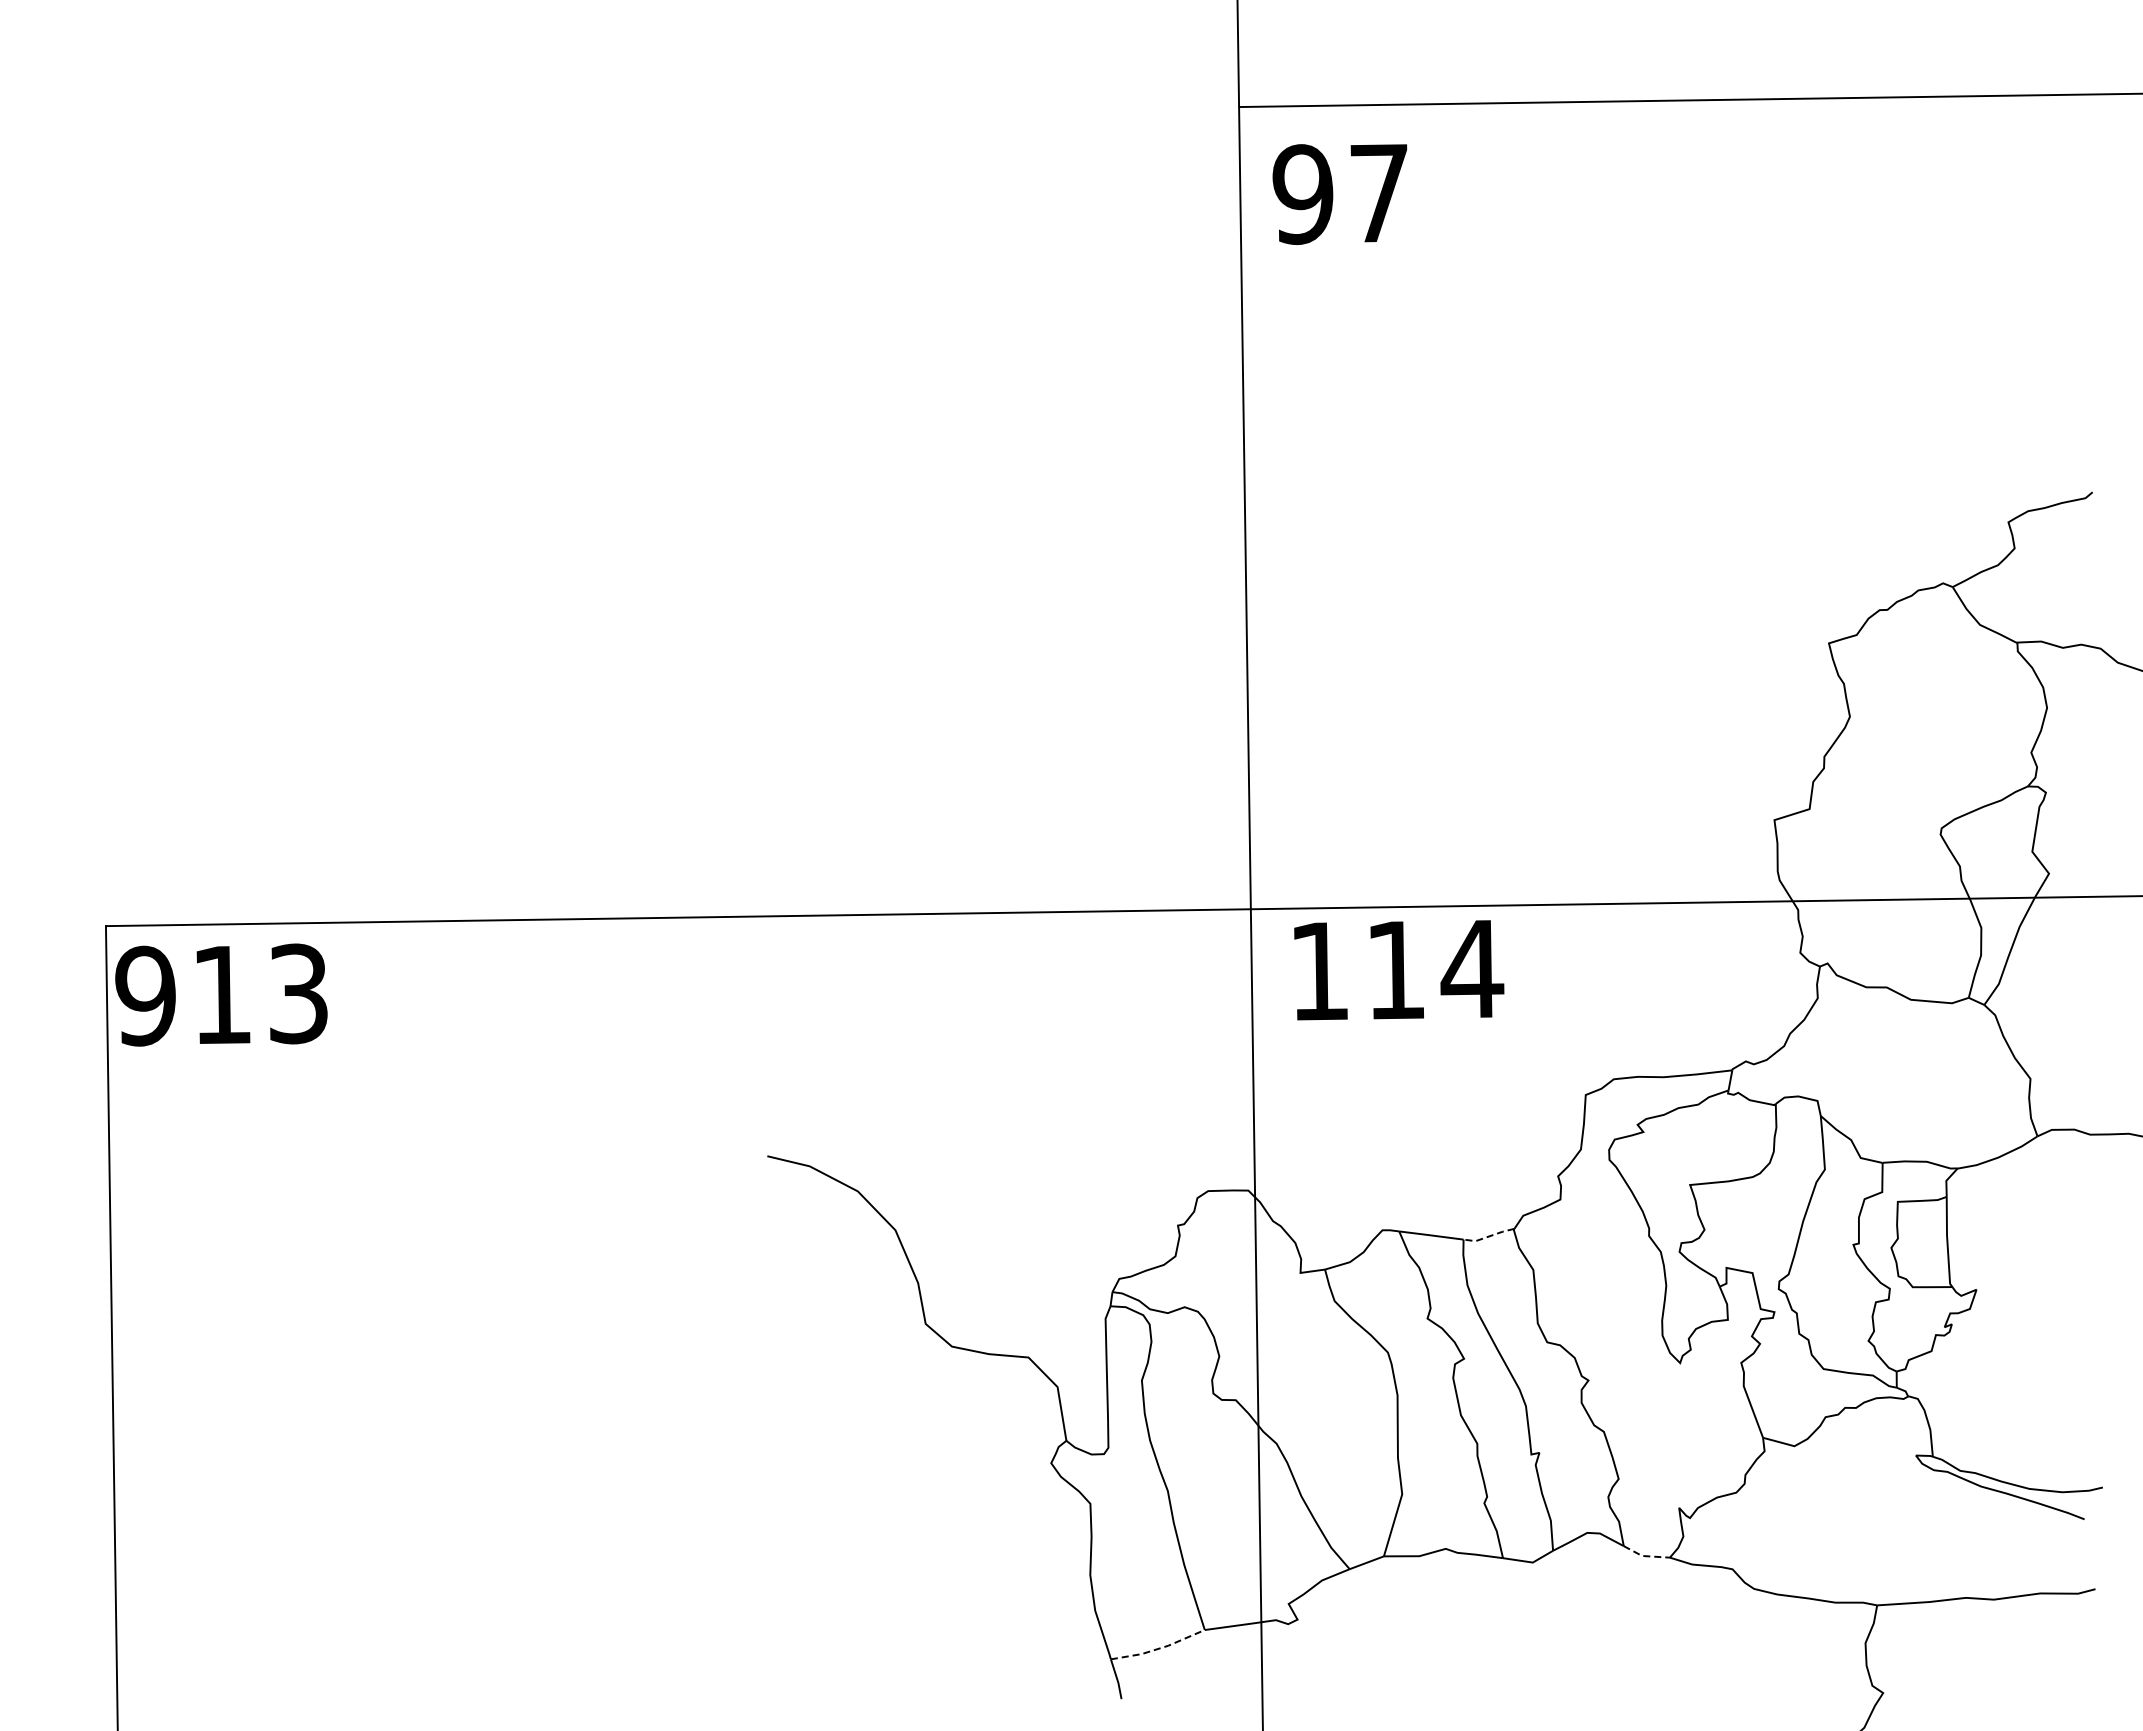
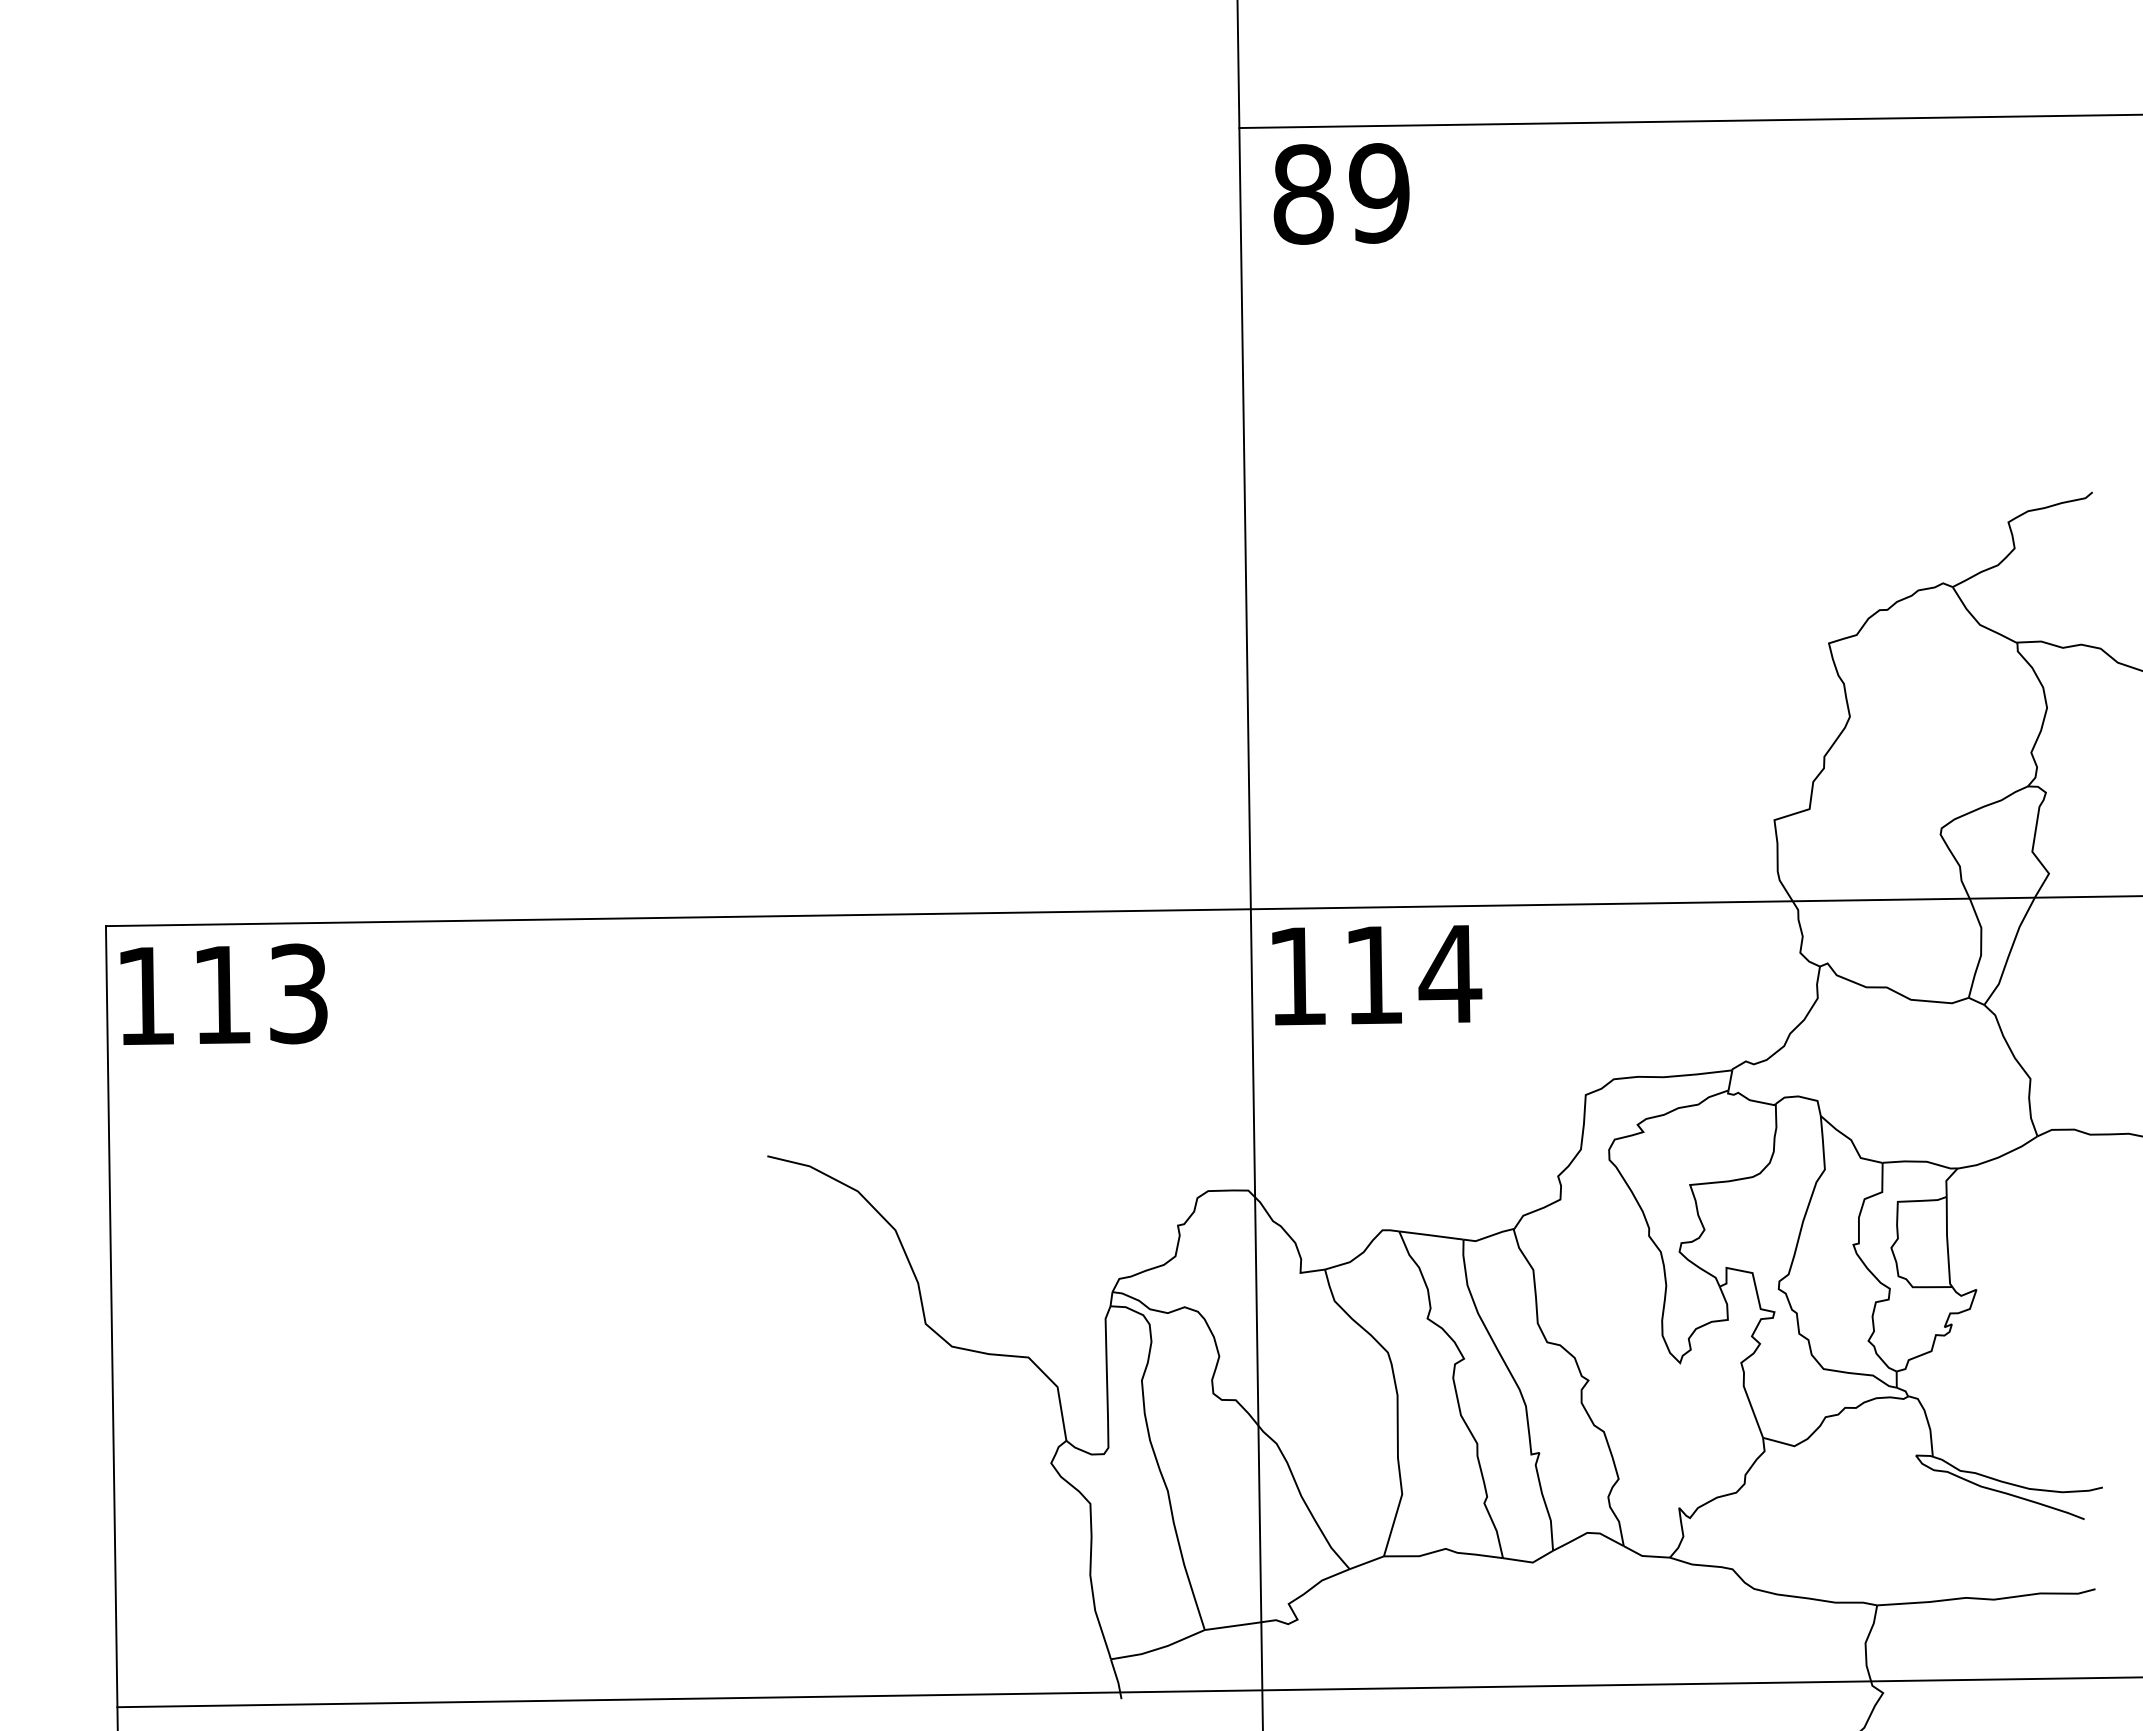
line at (1689, 100) position: (1689, 100) -> (1689, 121)
text at (1340, 194): 97 -> 89
text at (1399, 970) position: (1399, 970) -> (1377, 975)
text at (145, 995): 913 -> 113
line at (1488, 1236): dashed -> solid
line at (1645, 1556): dashed -> solid
line at (1158, 1648): dashed -> solid
line at (1128, 1692): none -> present
